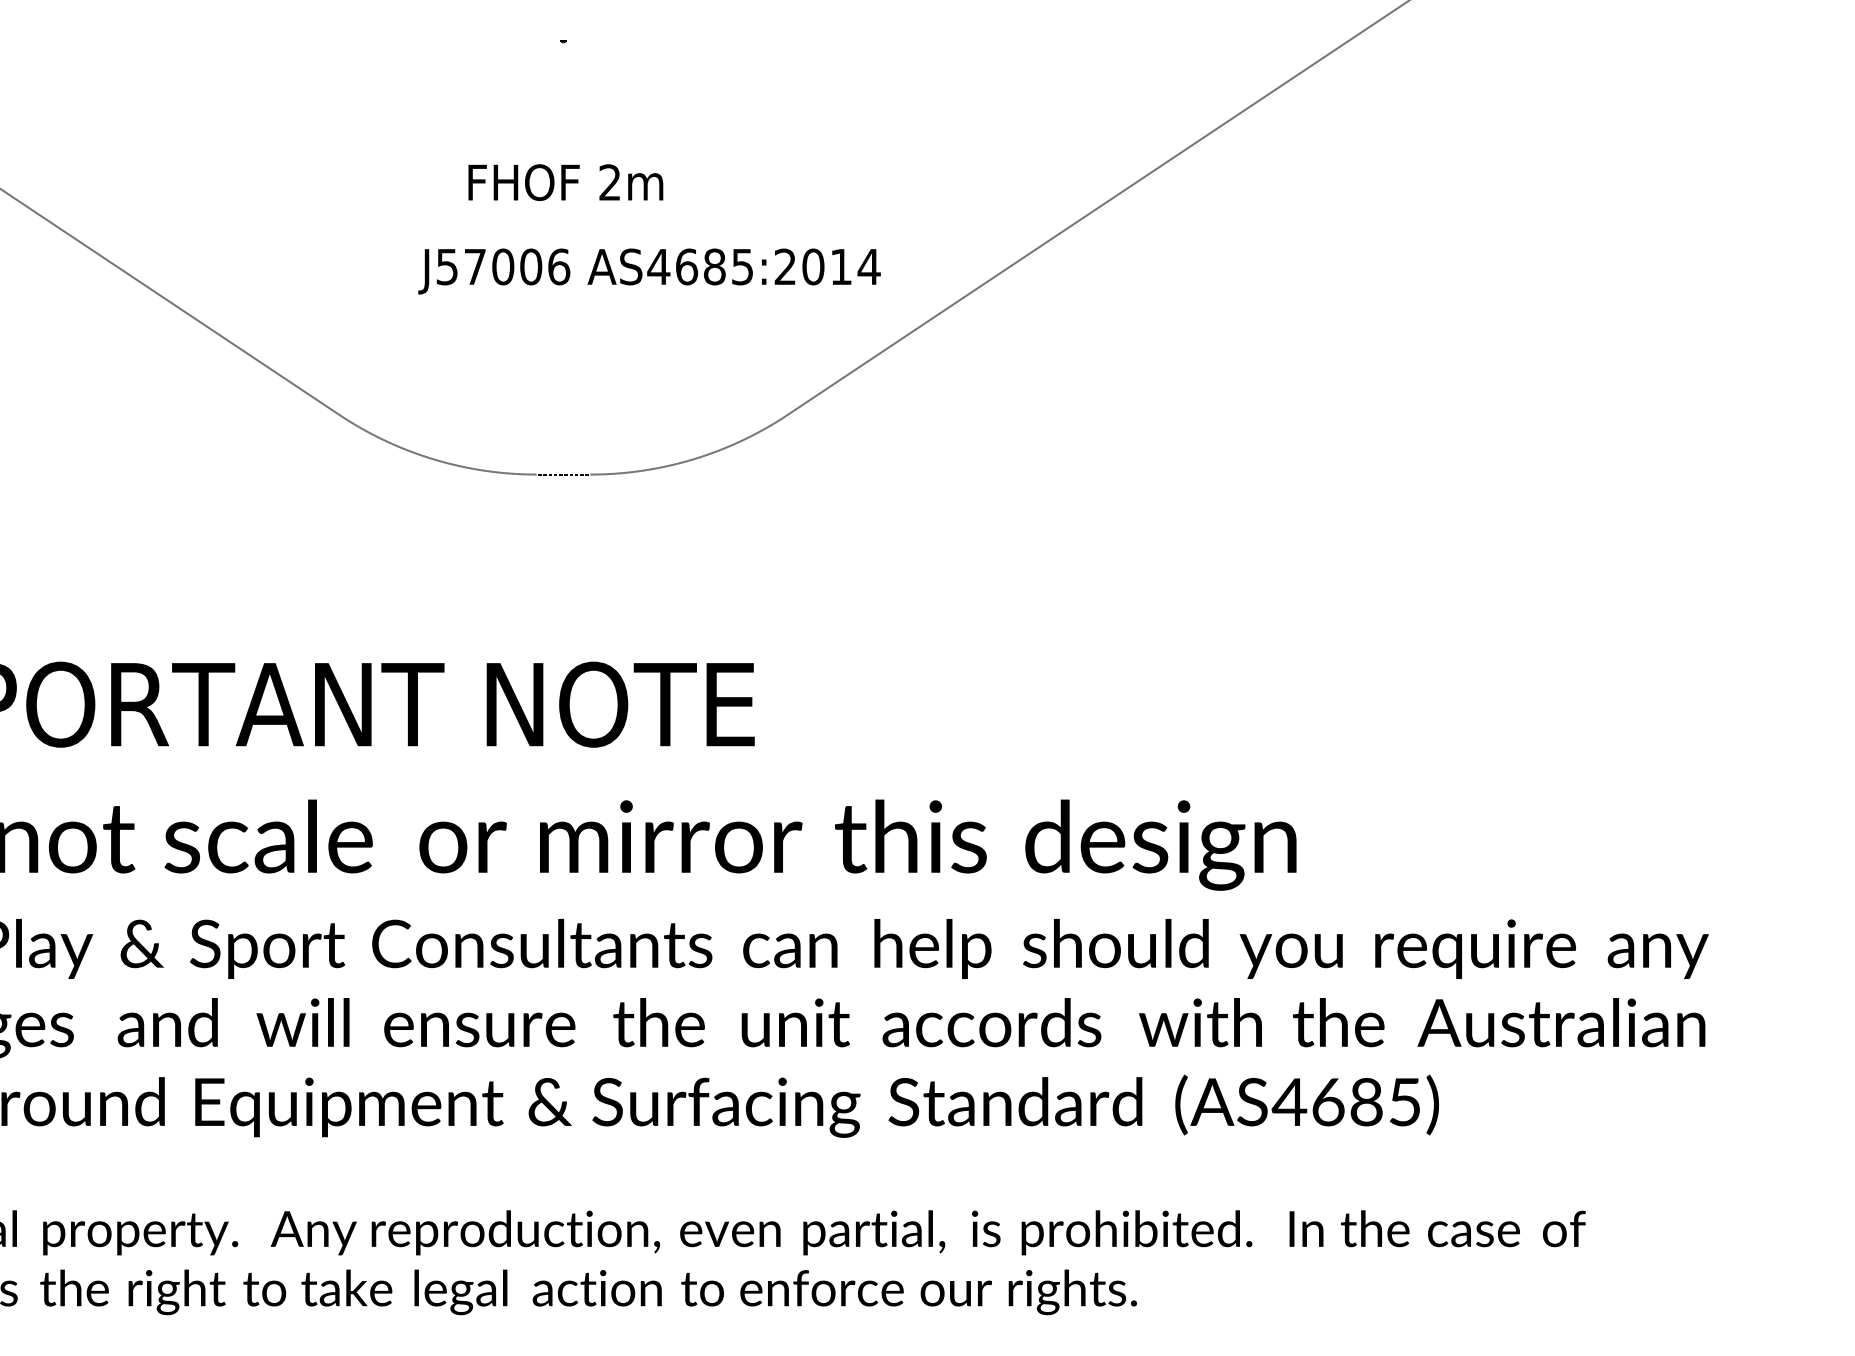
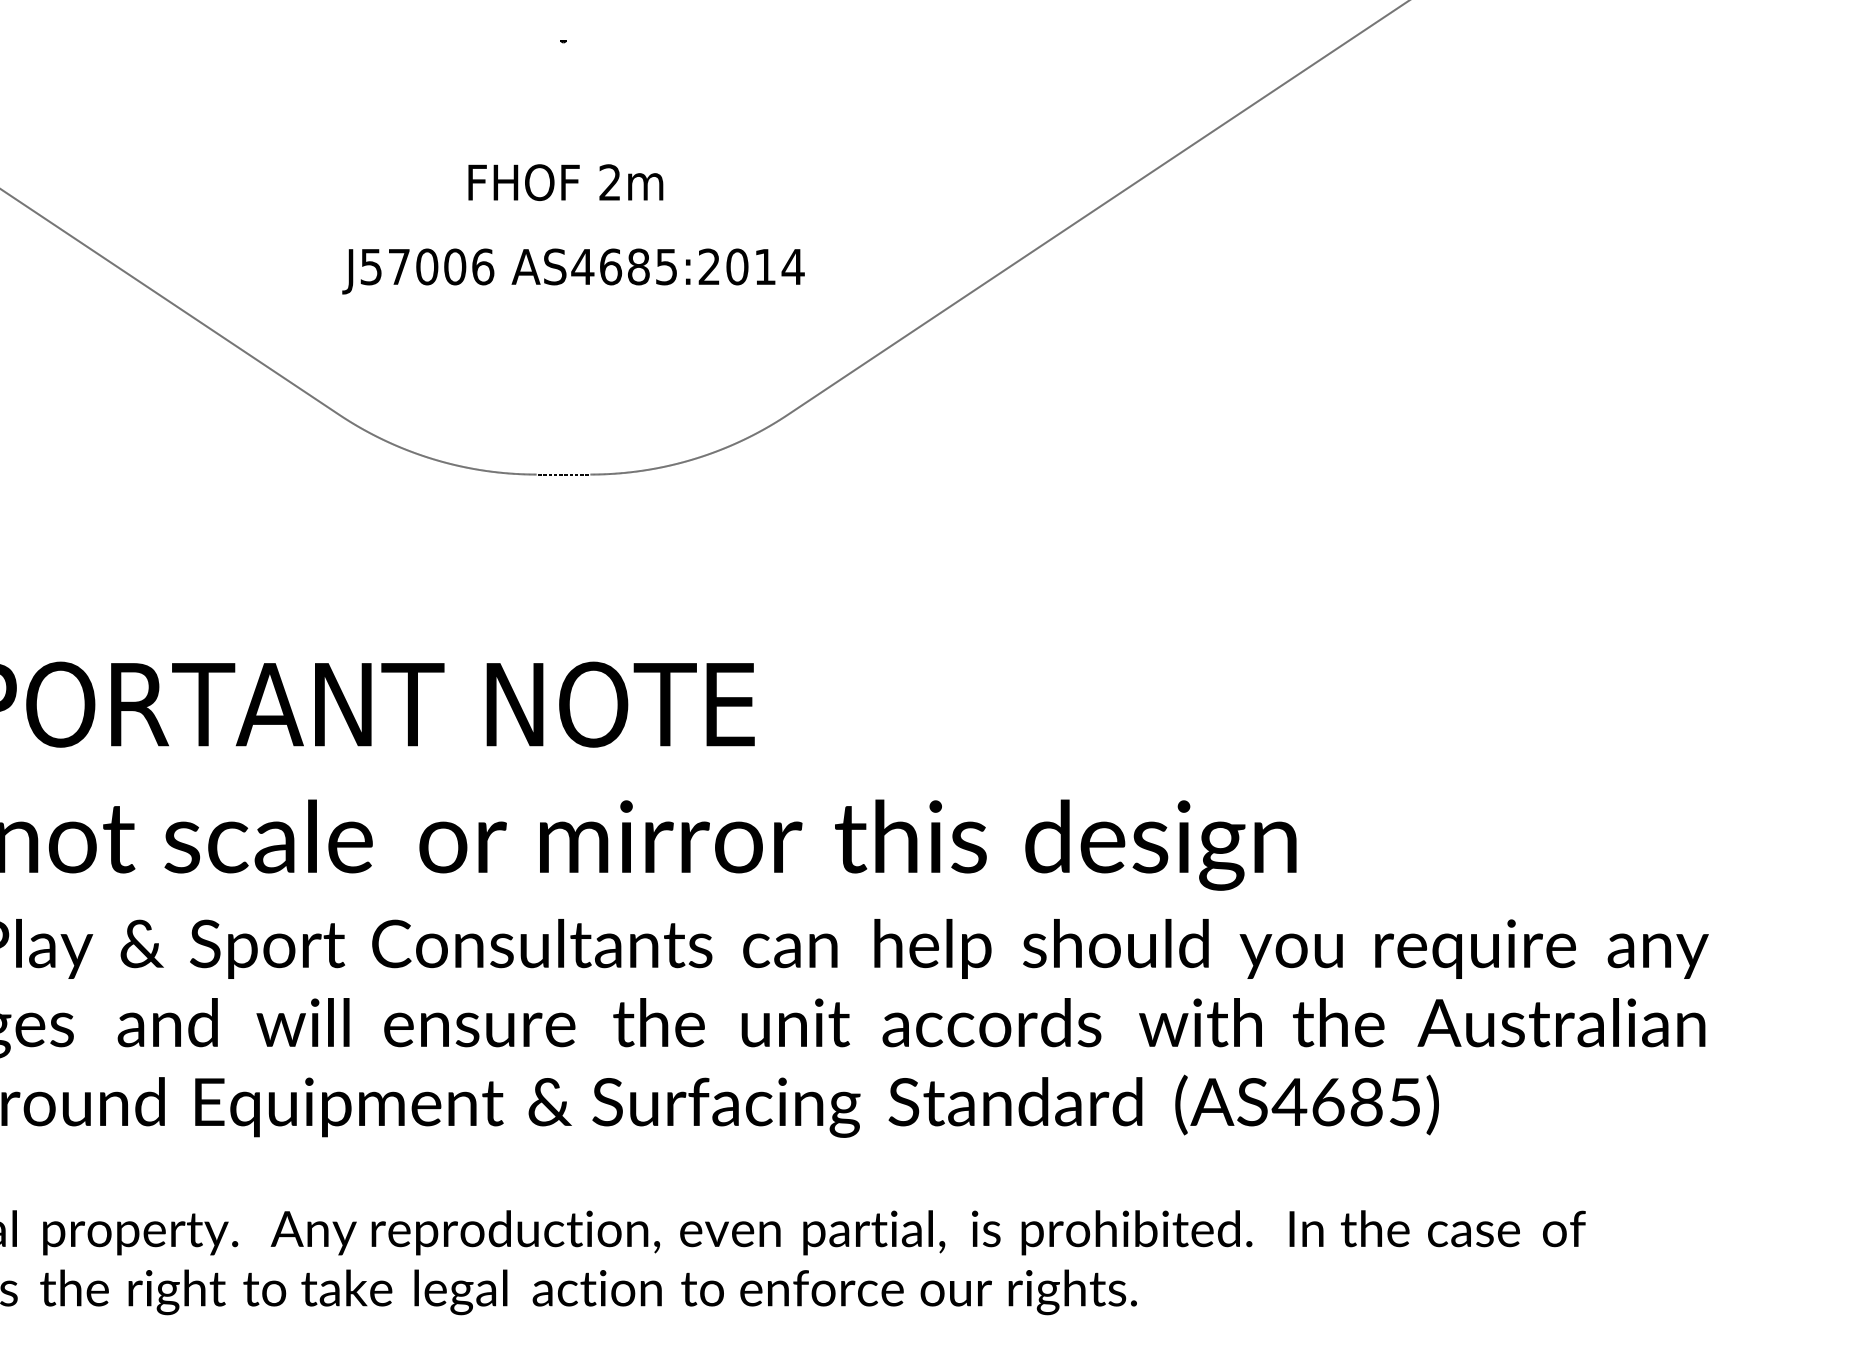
text at (649, 271) position: (649, 271) -> (573, 271)
